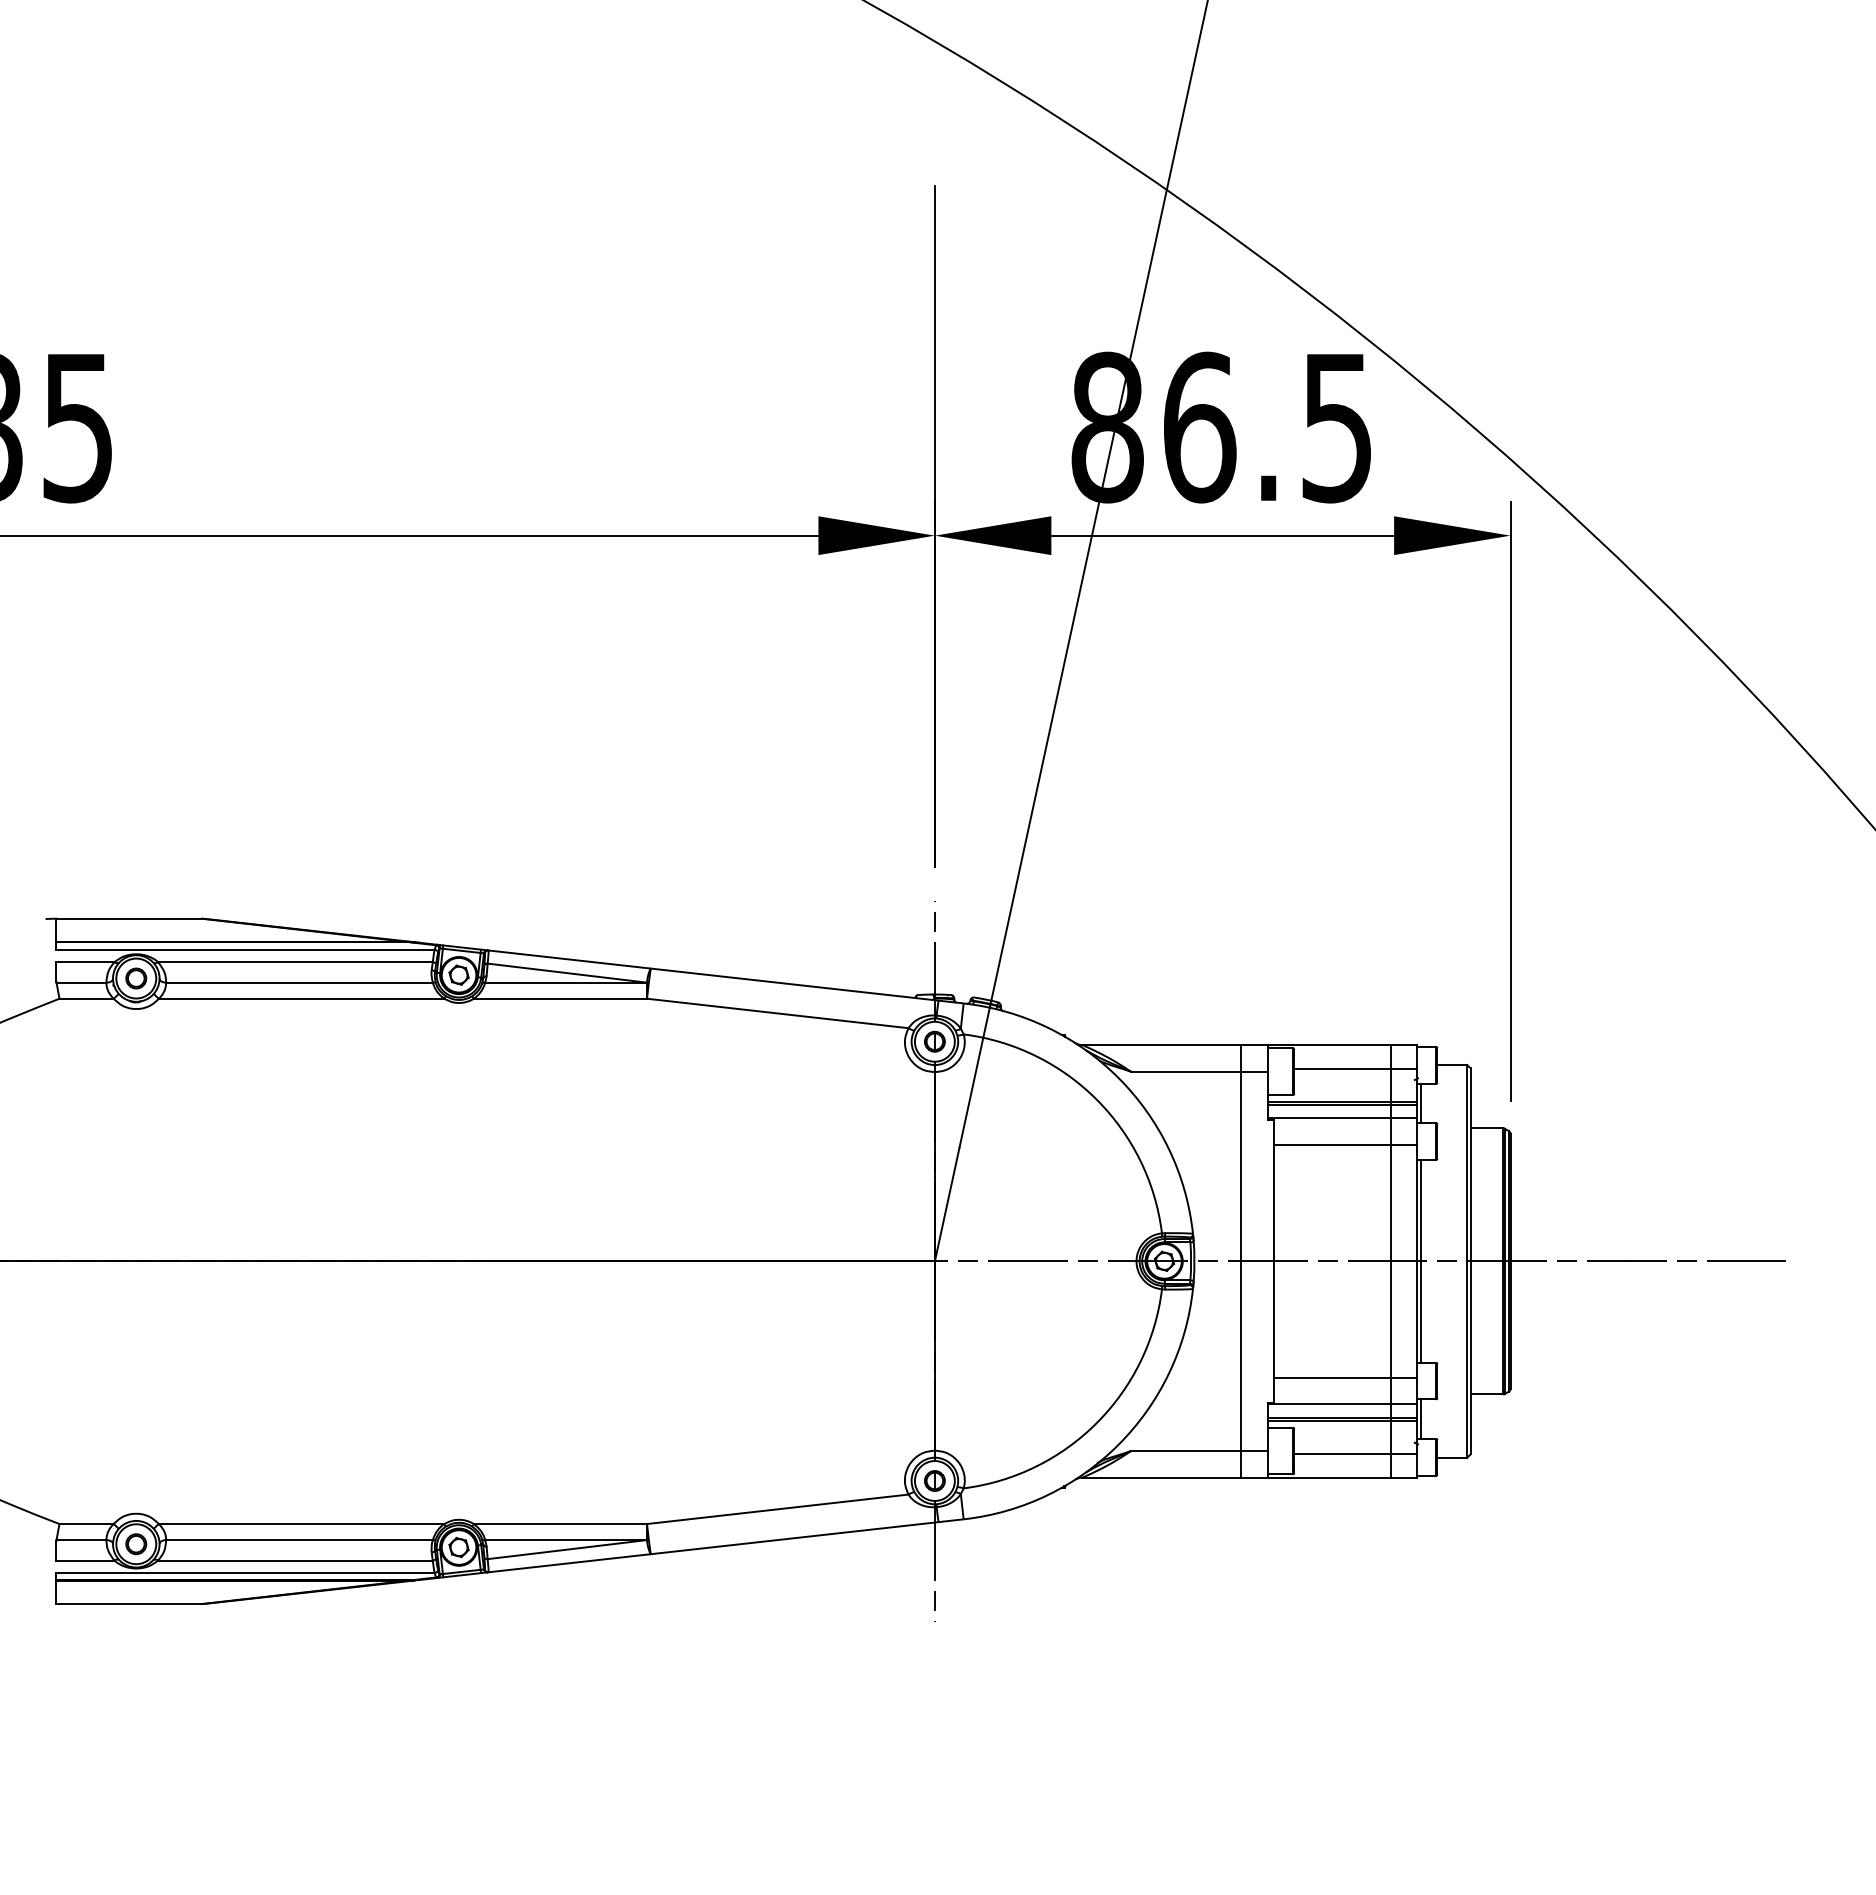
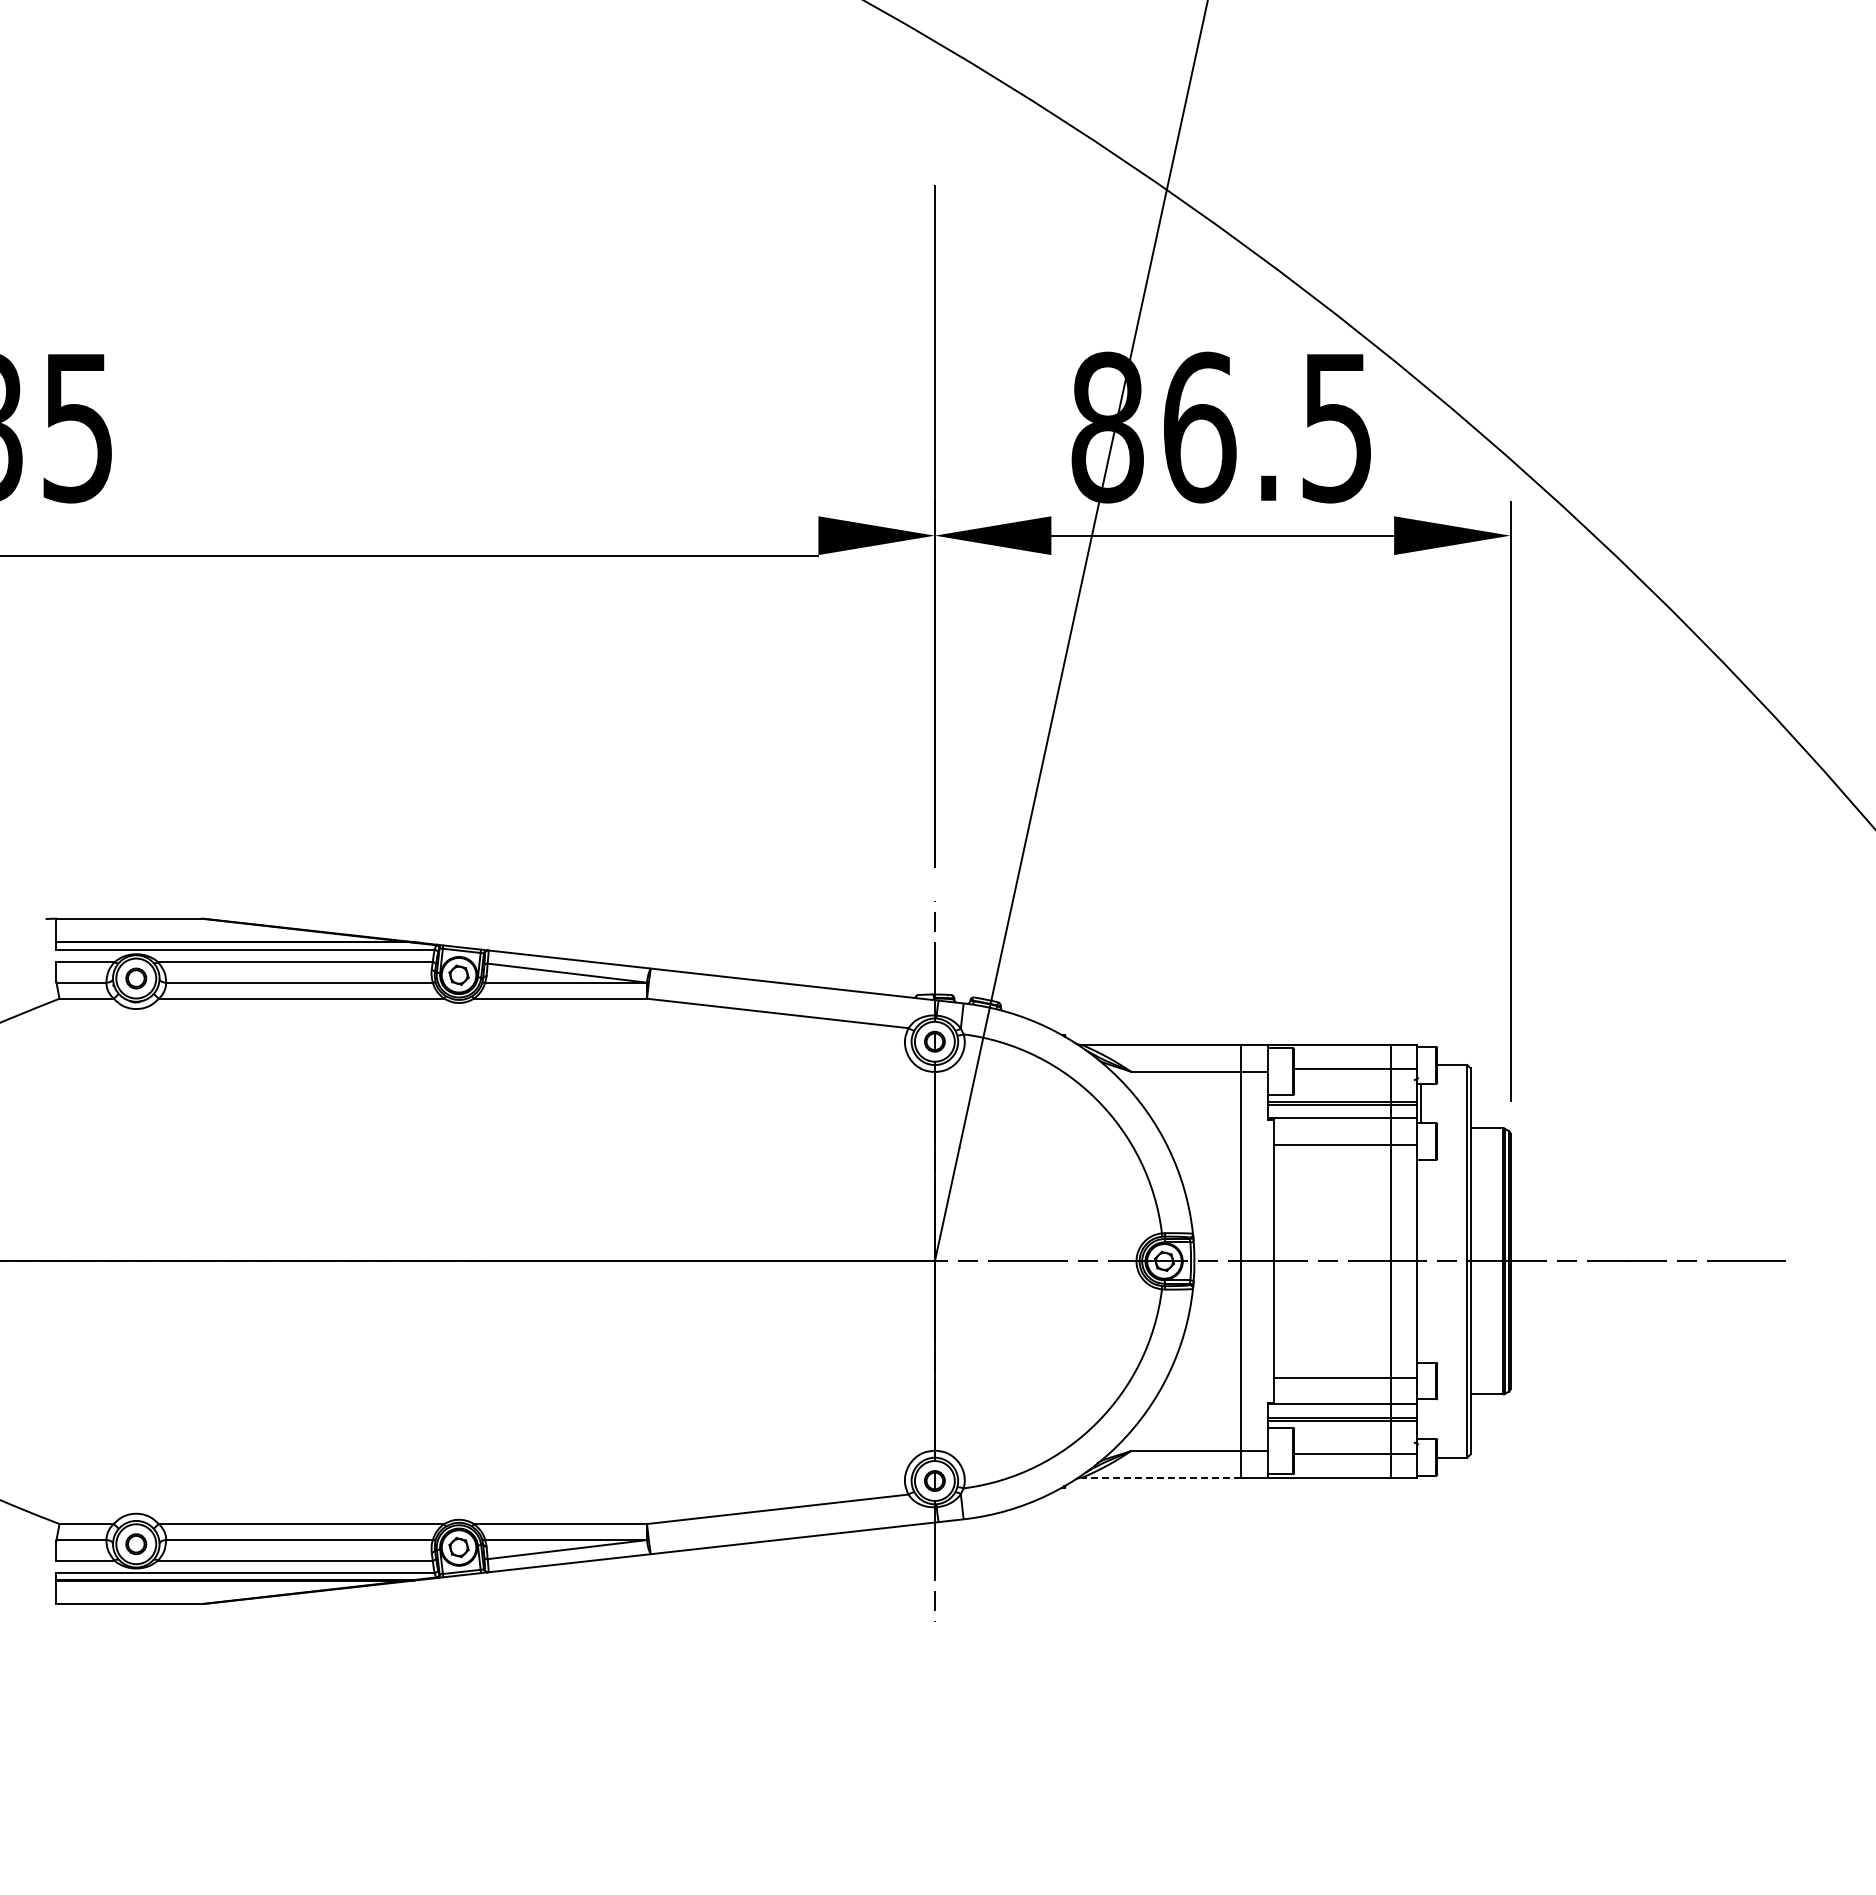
line at (410, 535) position: (410, 535) -> (410, 555)
line at (1420, 1260): present -> none
line at (1420, 1419): present -> none
line at (1161, 1477): solid -> dashed
